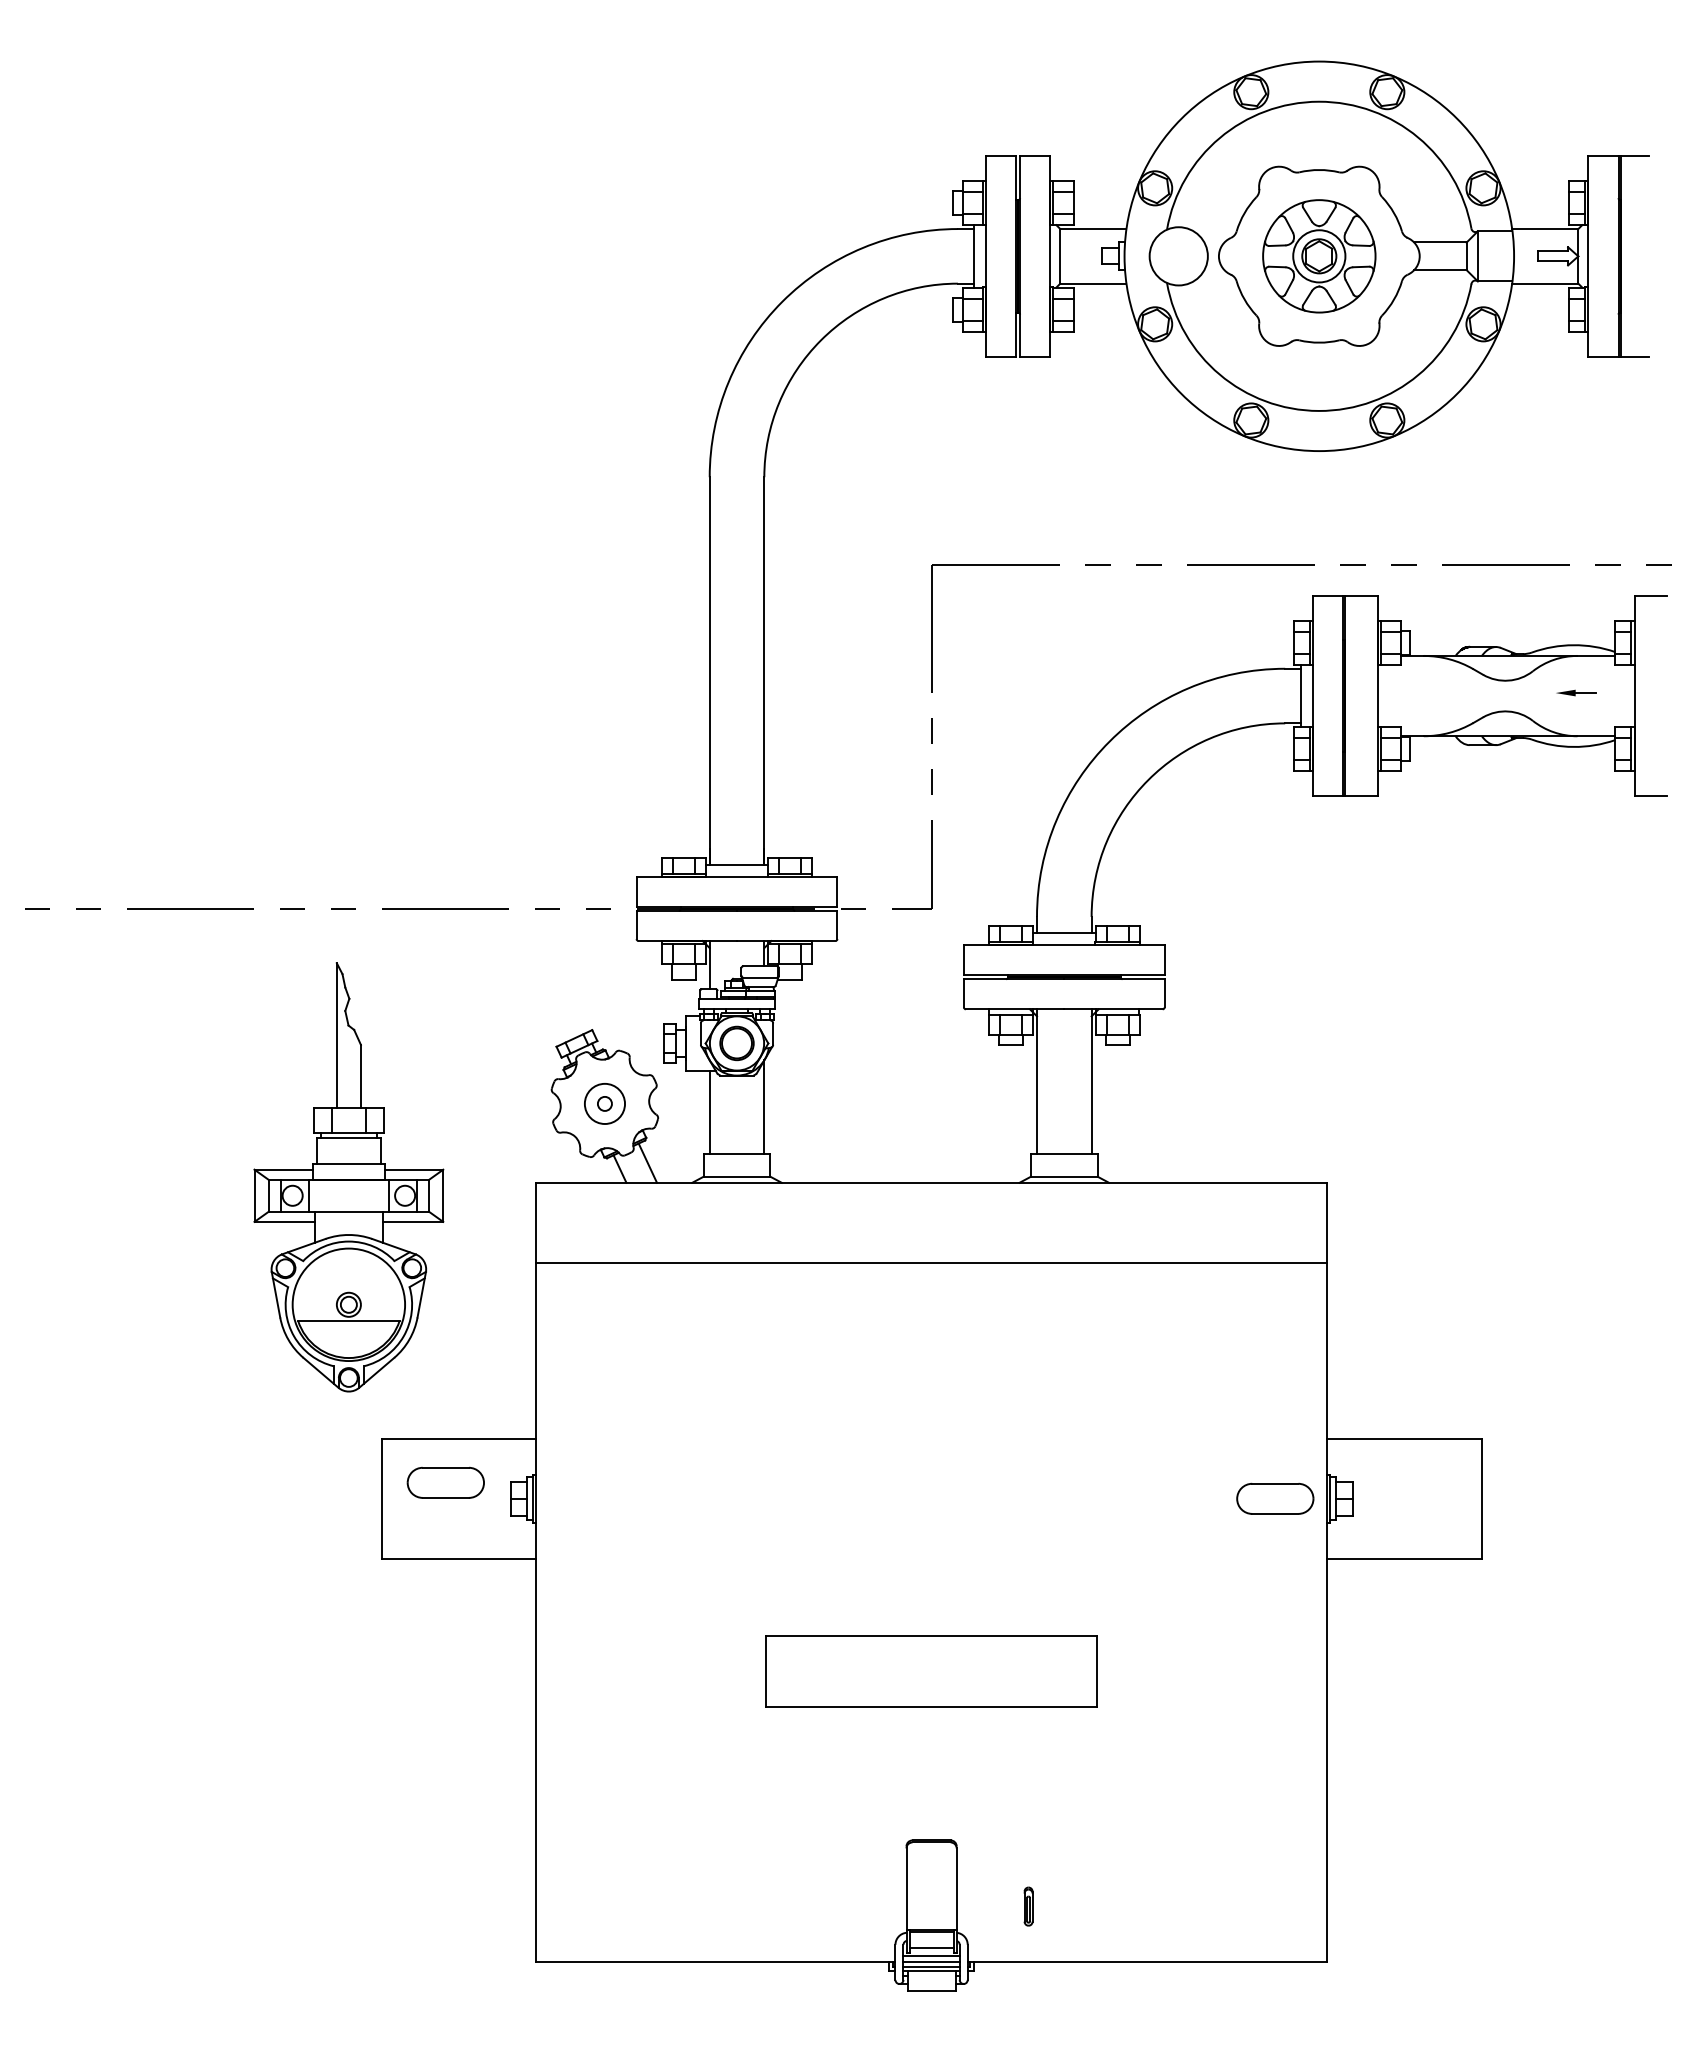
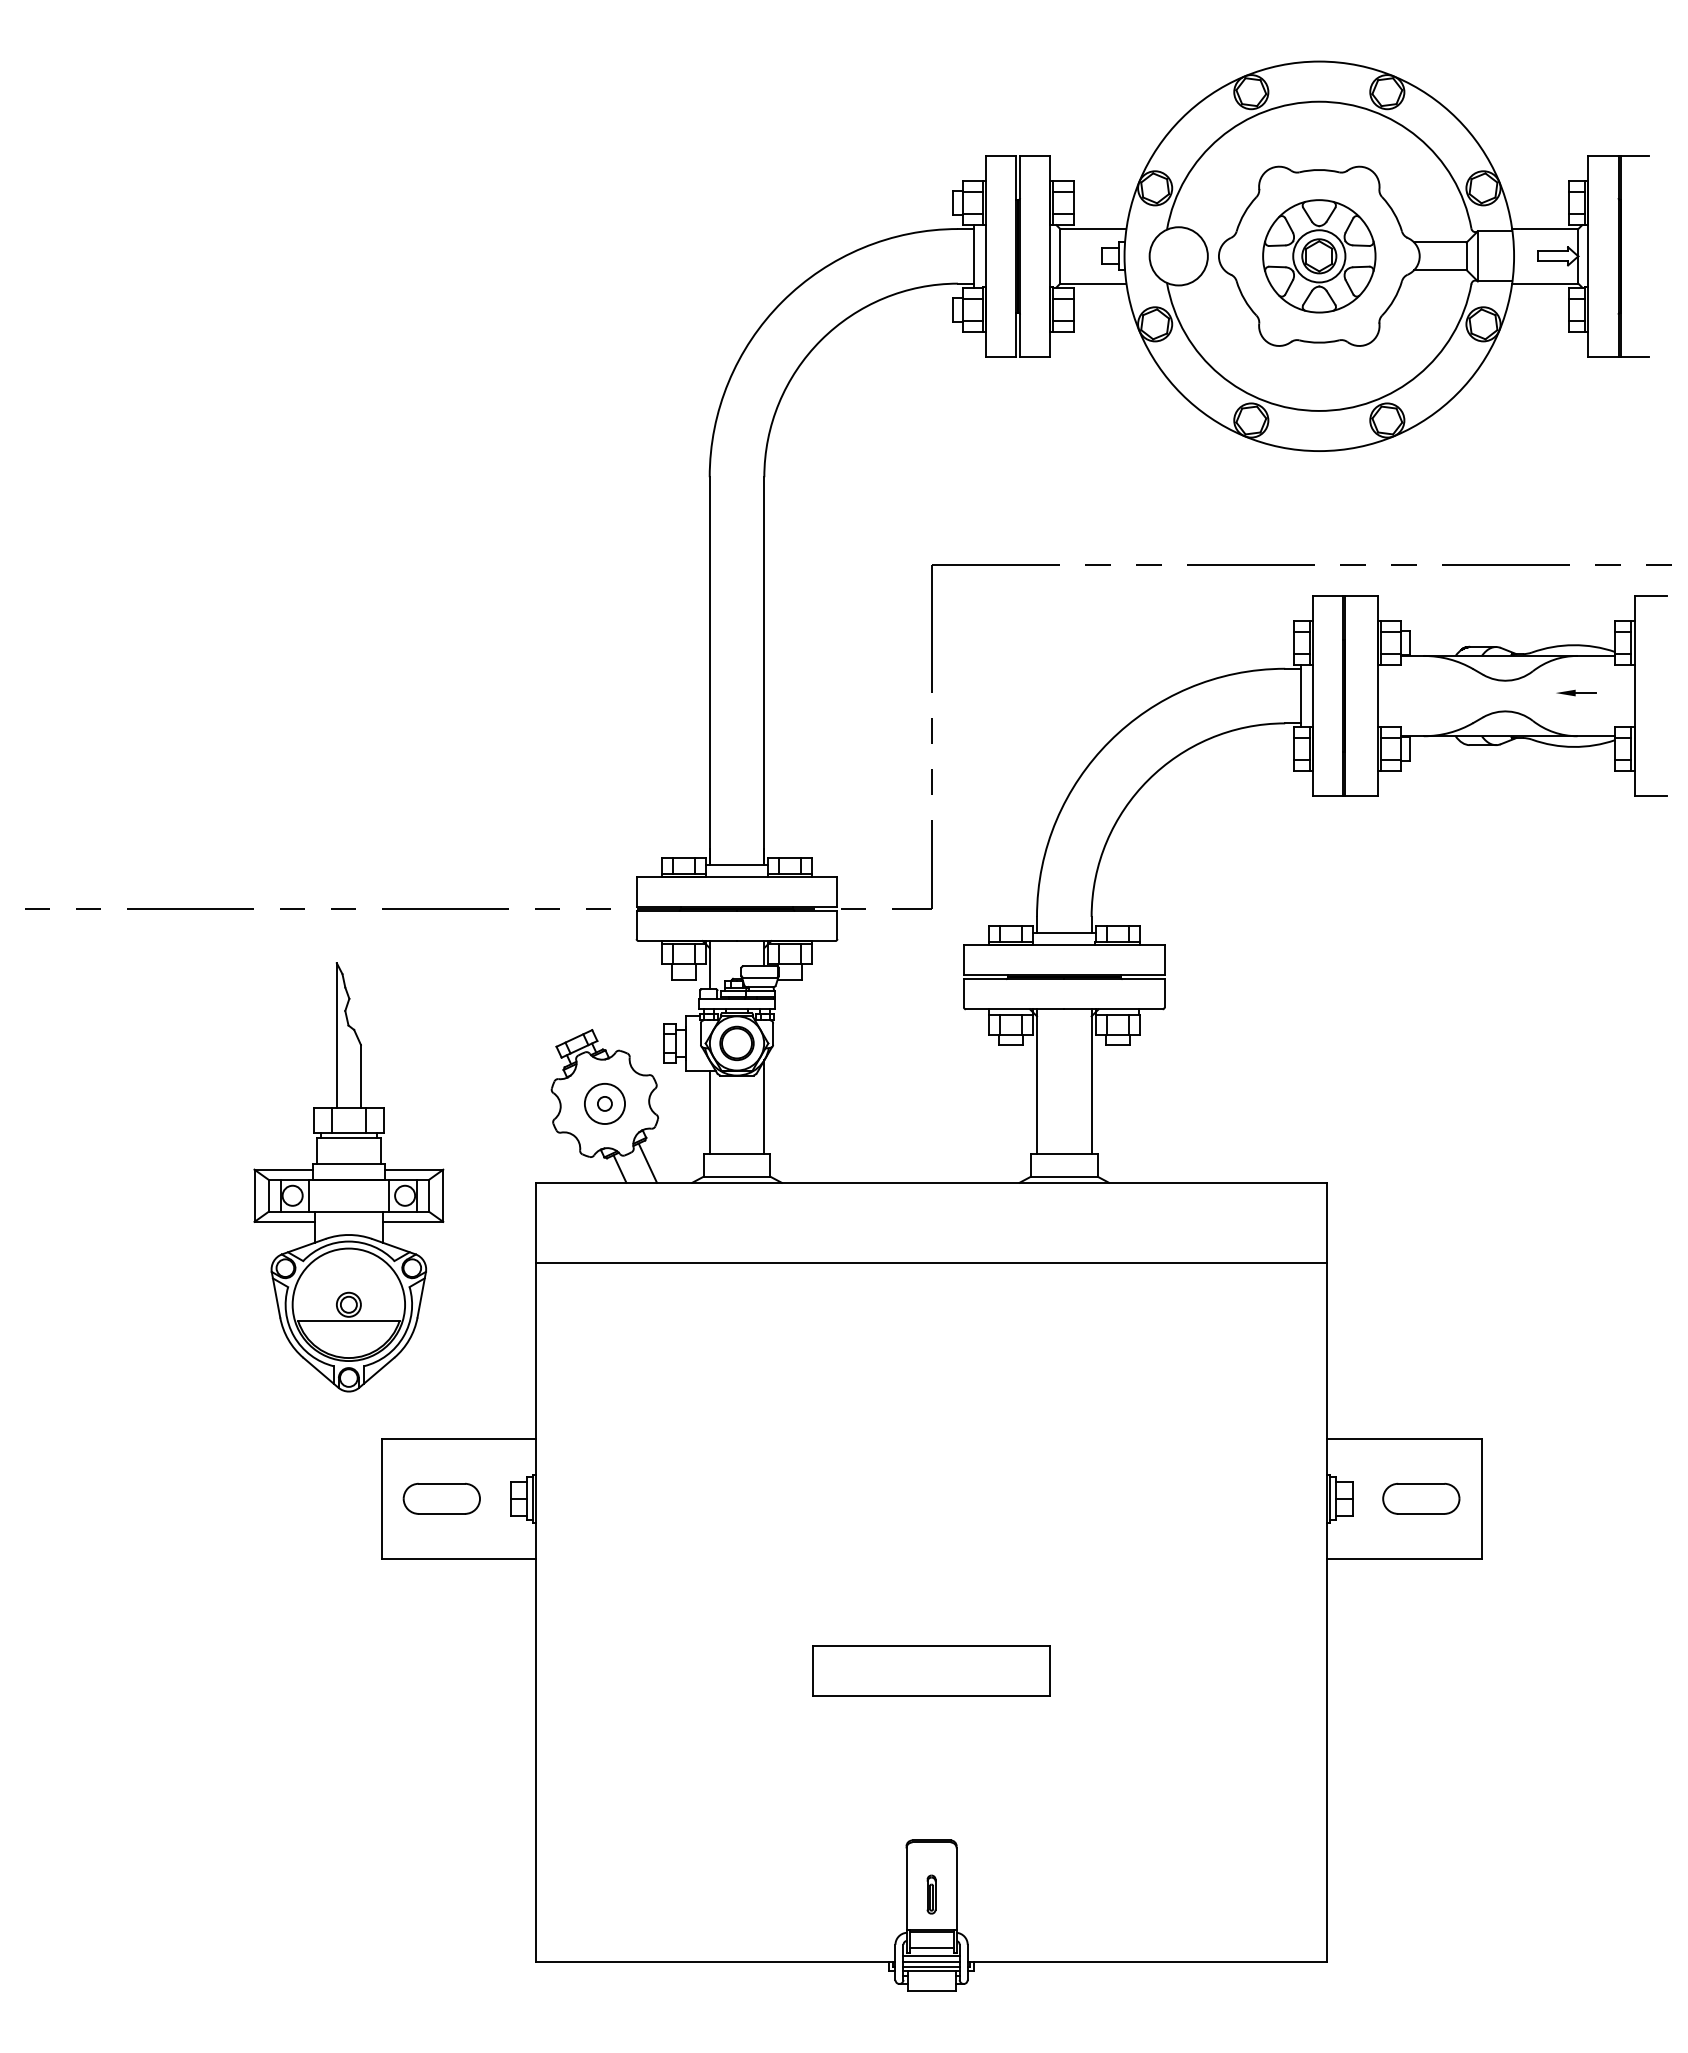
part at (445, 1482) position: (445, 1482) -> (441, 1498)
part at (1275, 1498) position: (1275, 1498) -> (1421, 1498)
part at (931, 1671) size: 333x73 px -> 239x52 px
part at (1028, 1906) position: (1028, 1906) -> (931, 1894)
